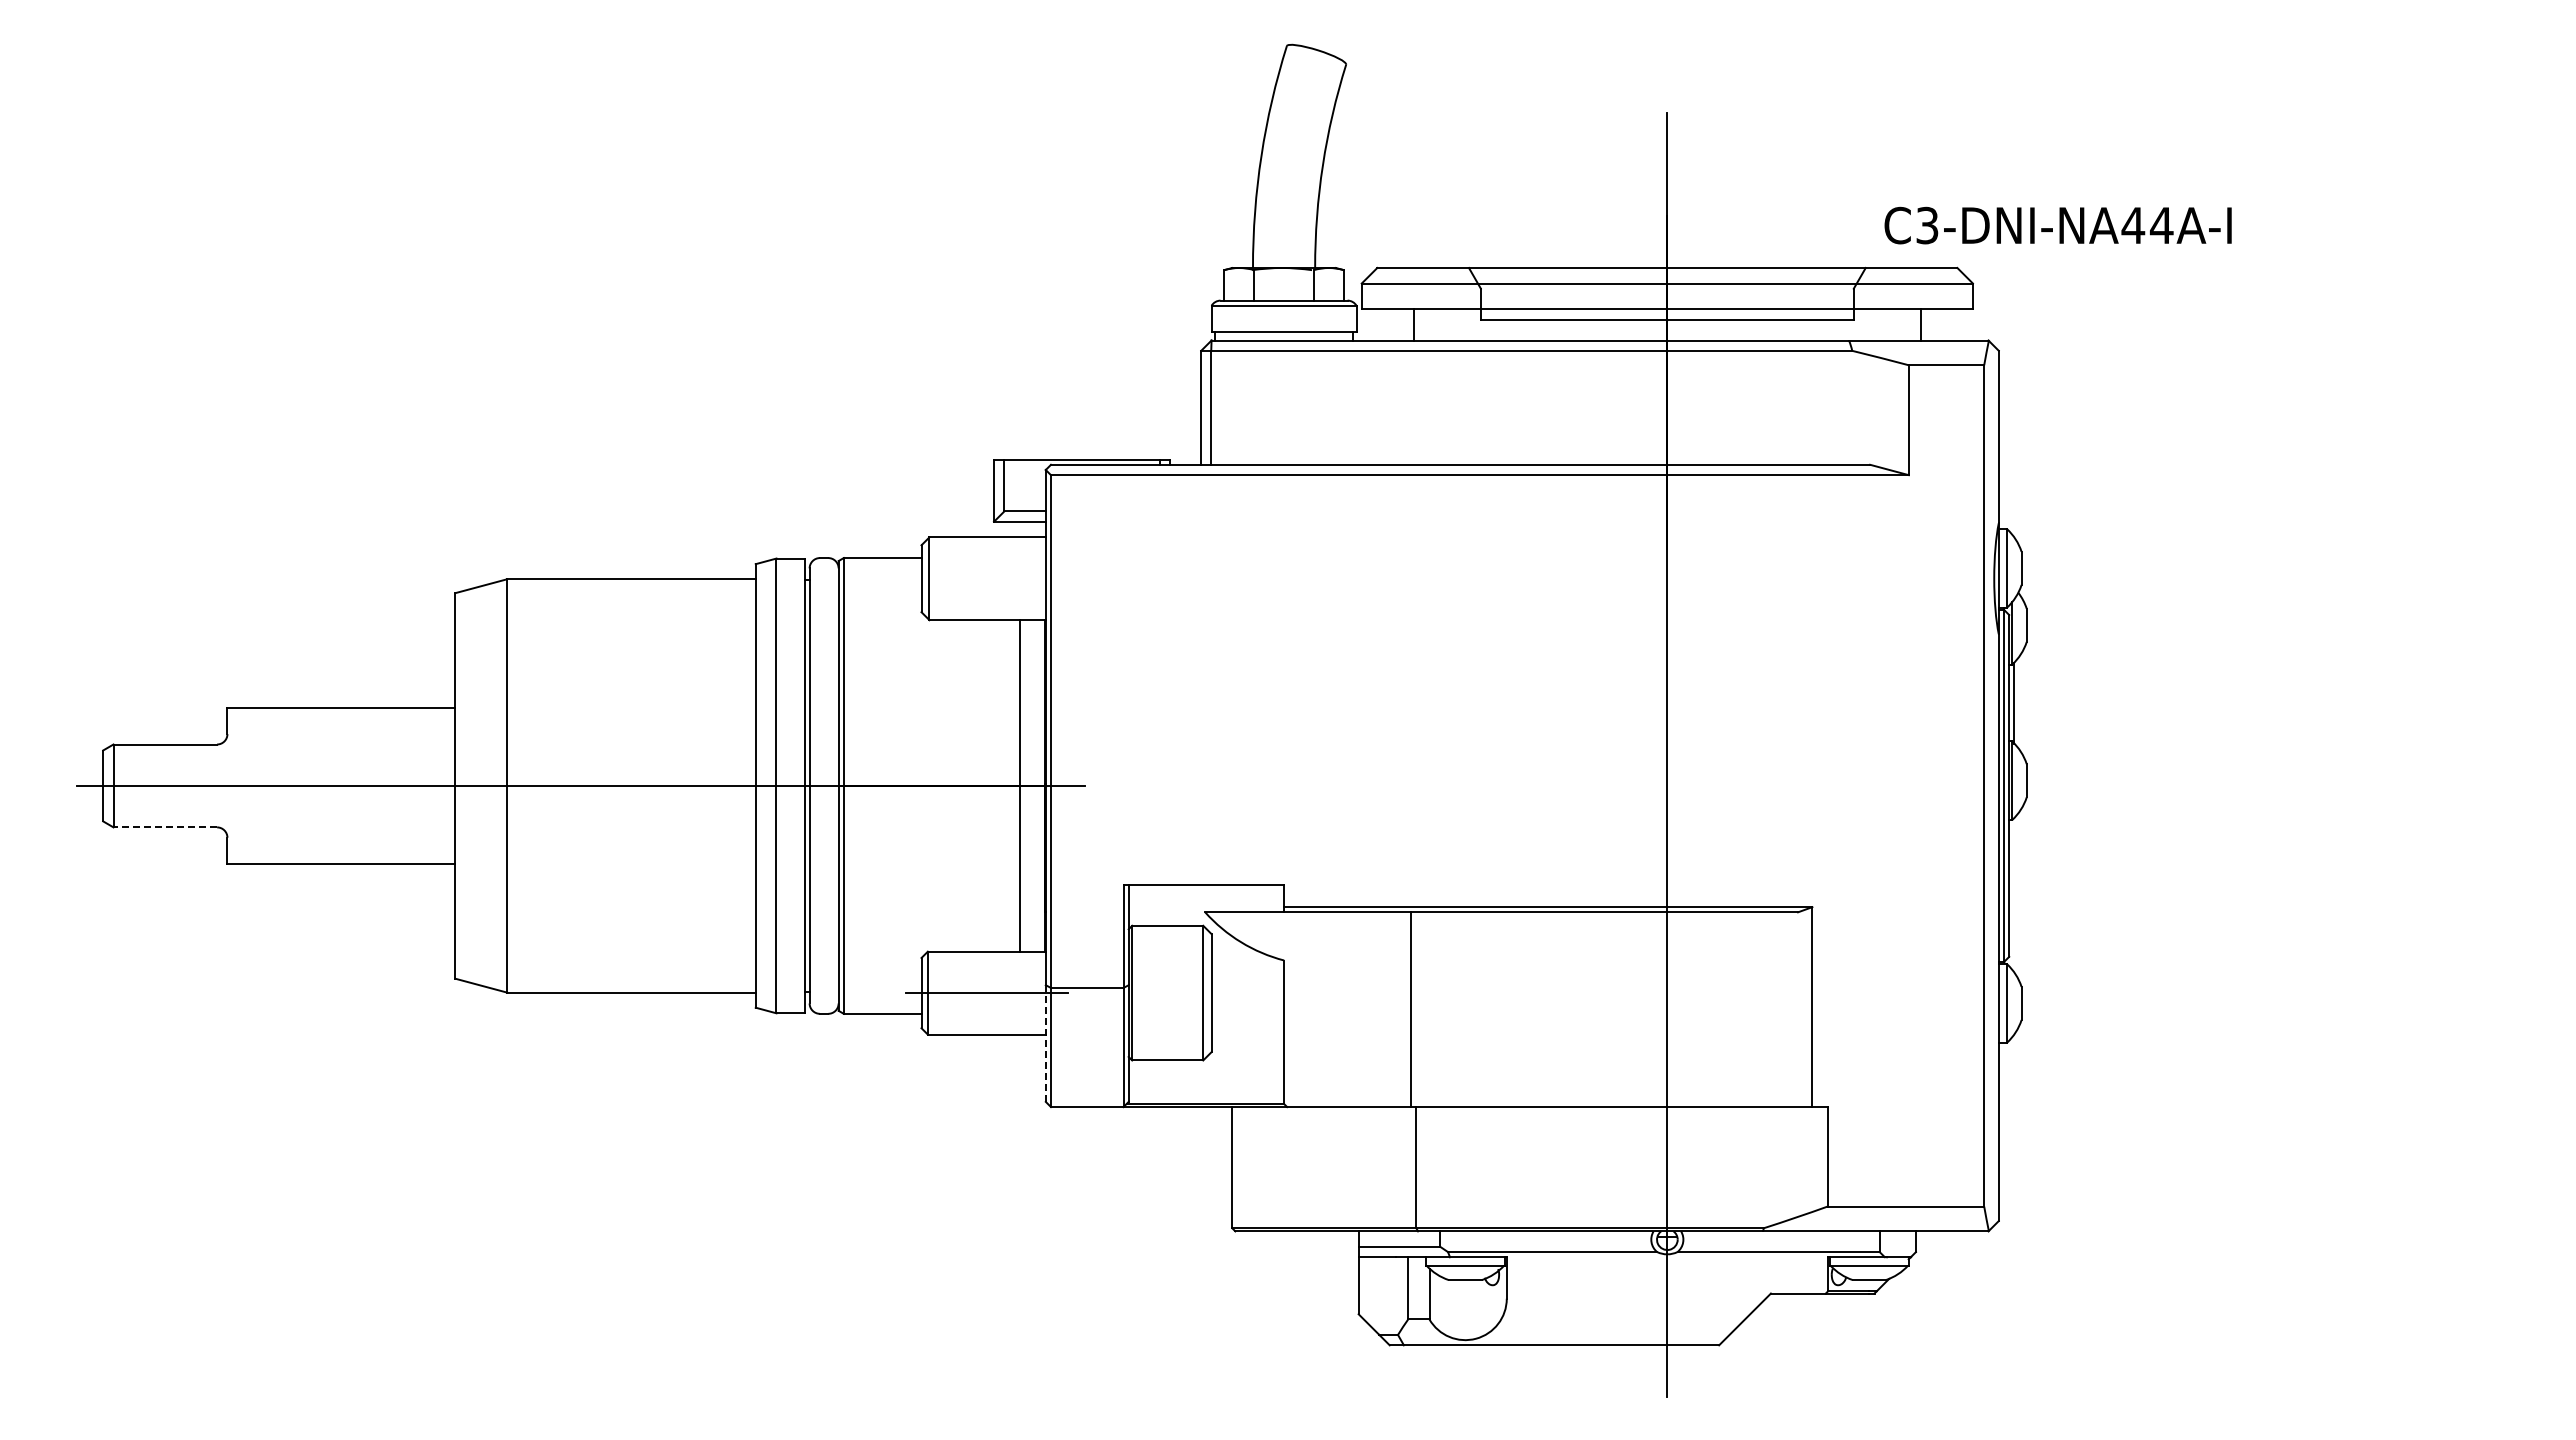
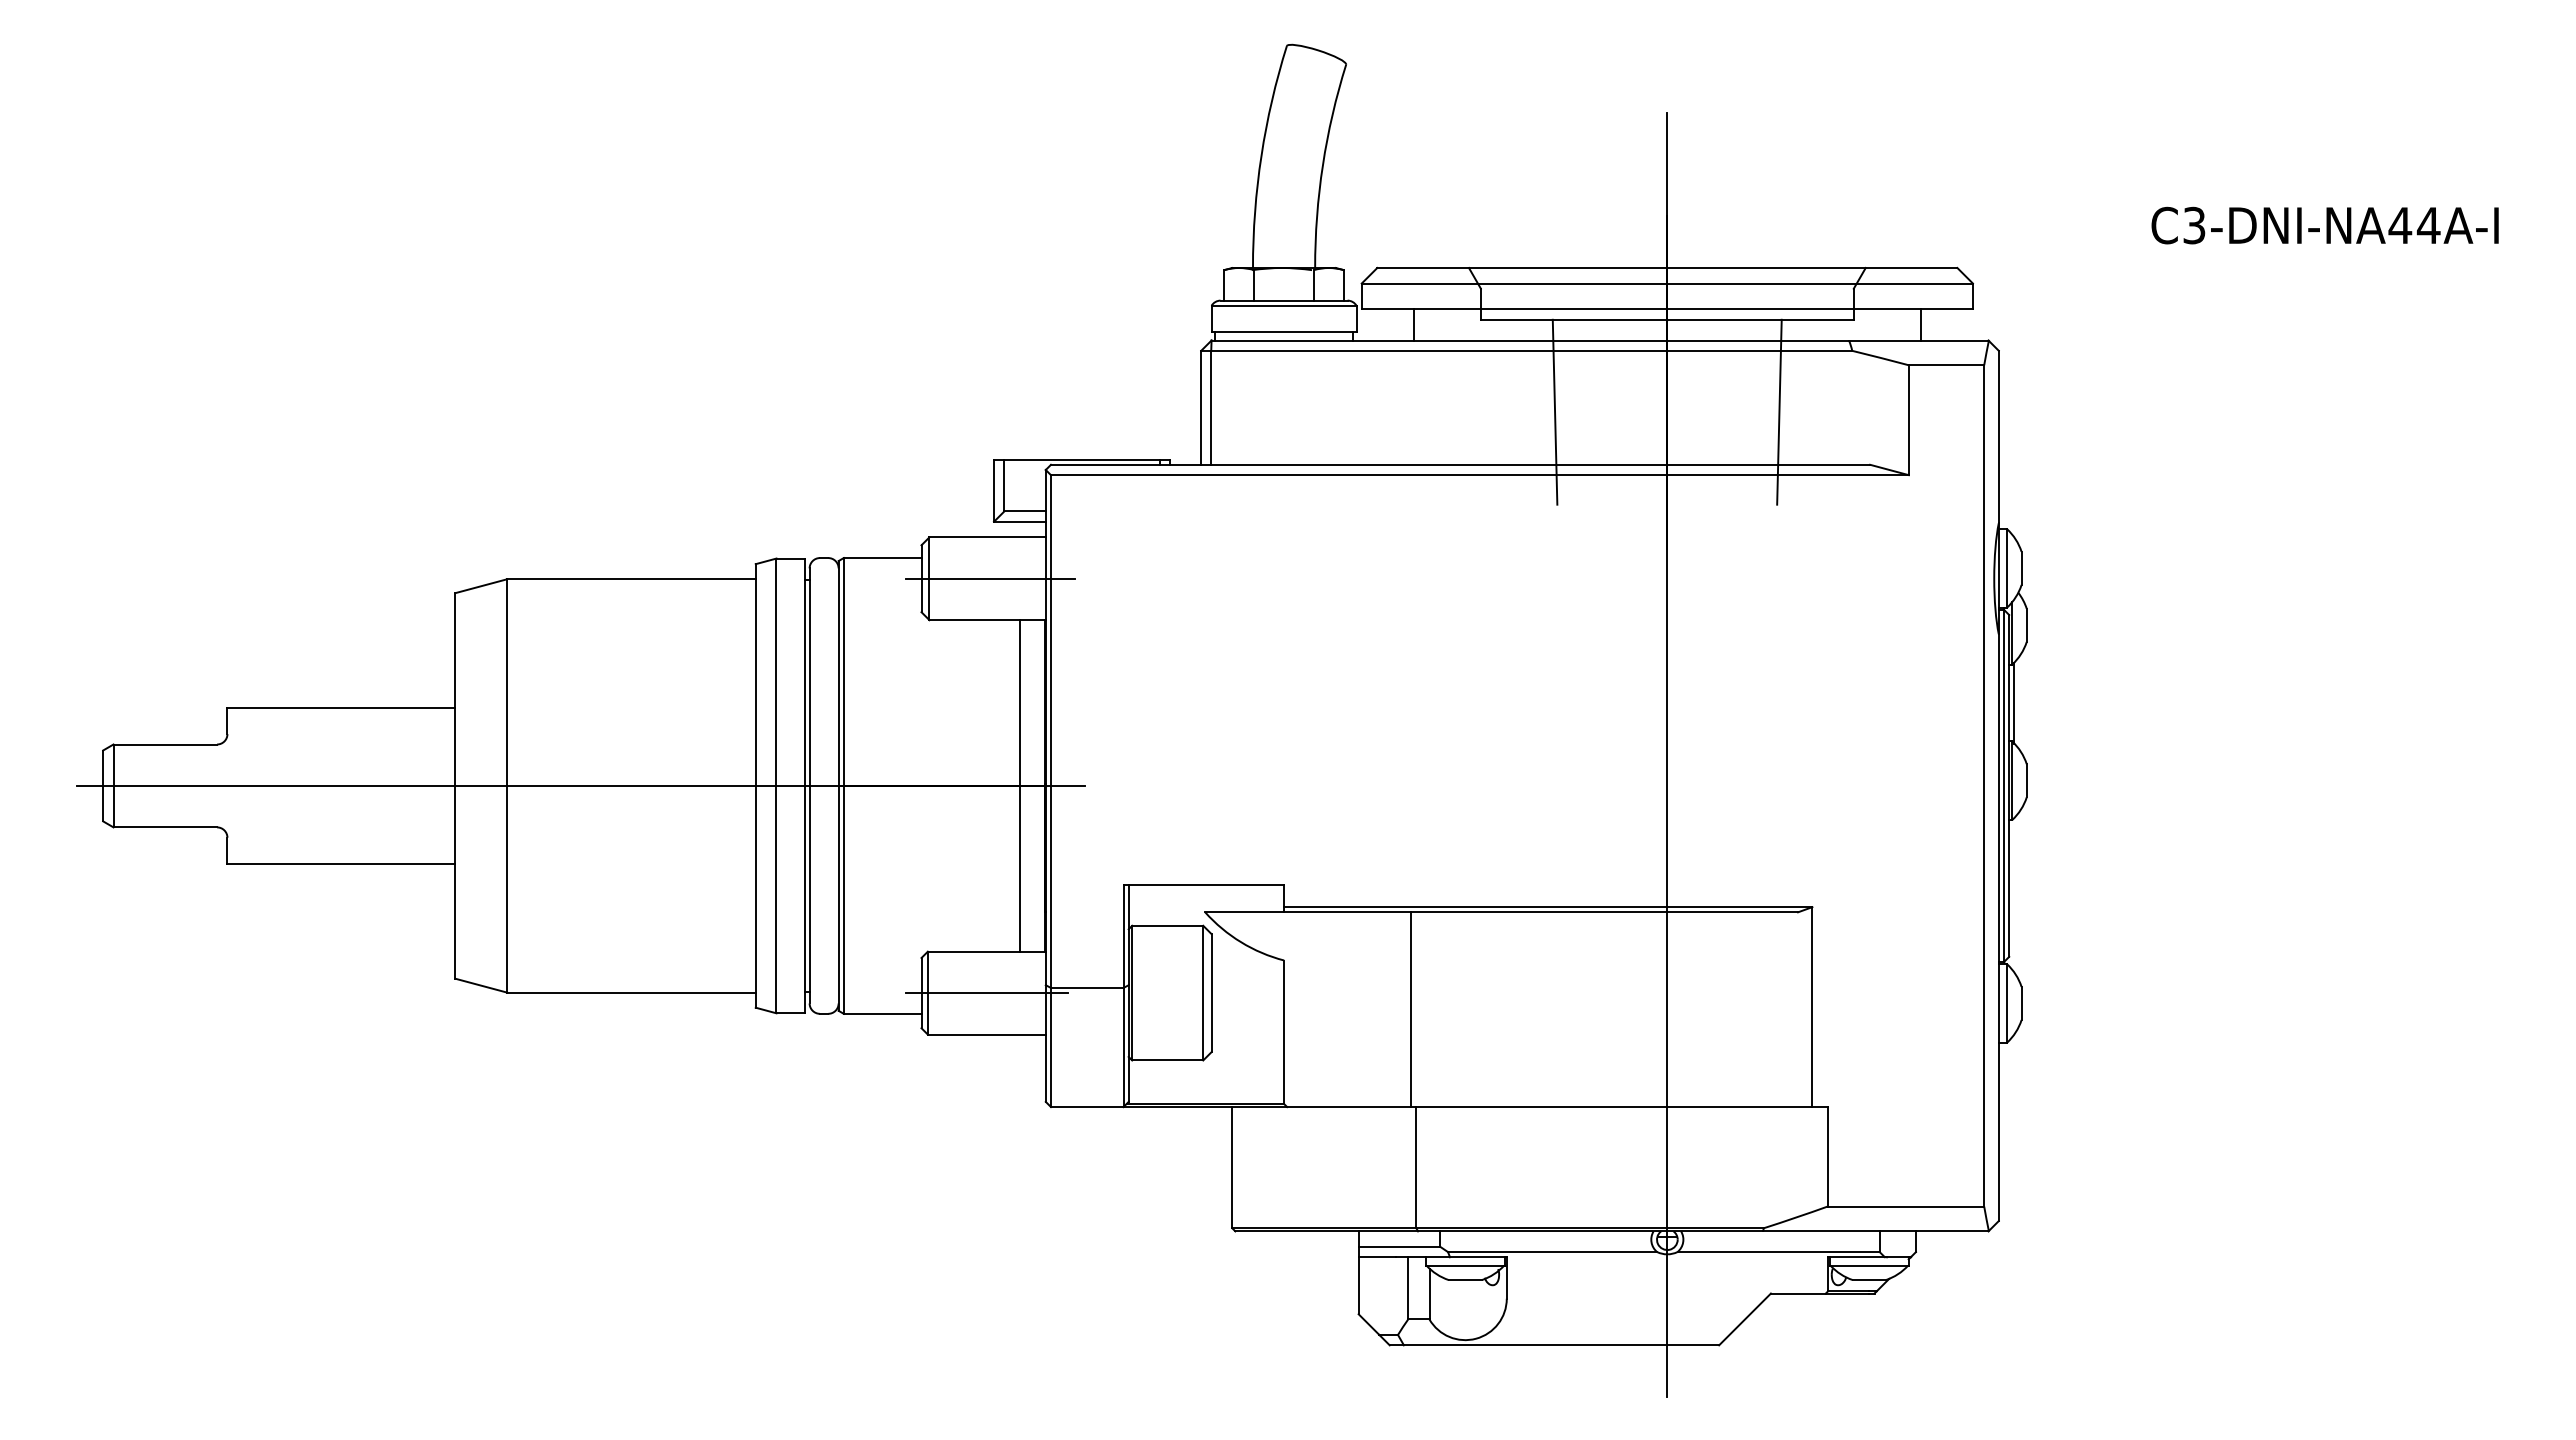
text at (2057, 225) position: (2057, 225) -> (2324, 225)
line at (1554, 411): none -> present
line at (1779, 411): none -> present
line at (990, 578): none -> present
line at (165, 827): dashed -> solid
line at (1045, 1043): dashed -> solid
